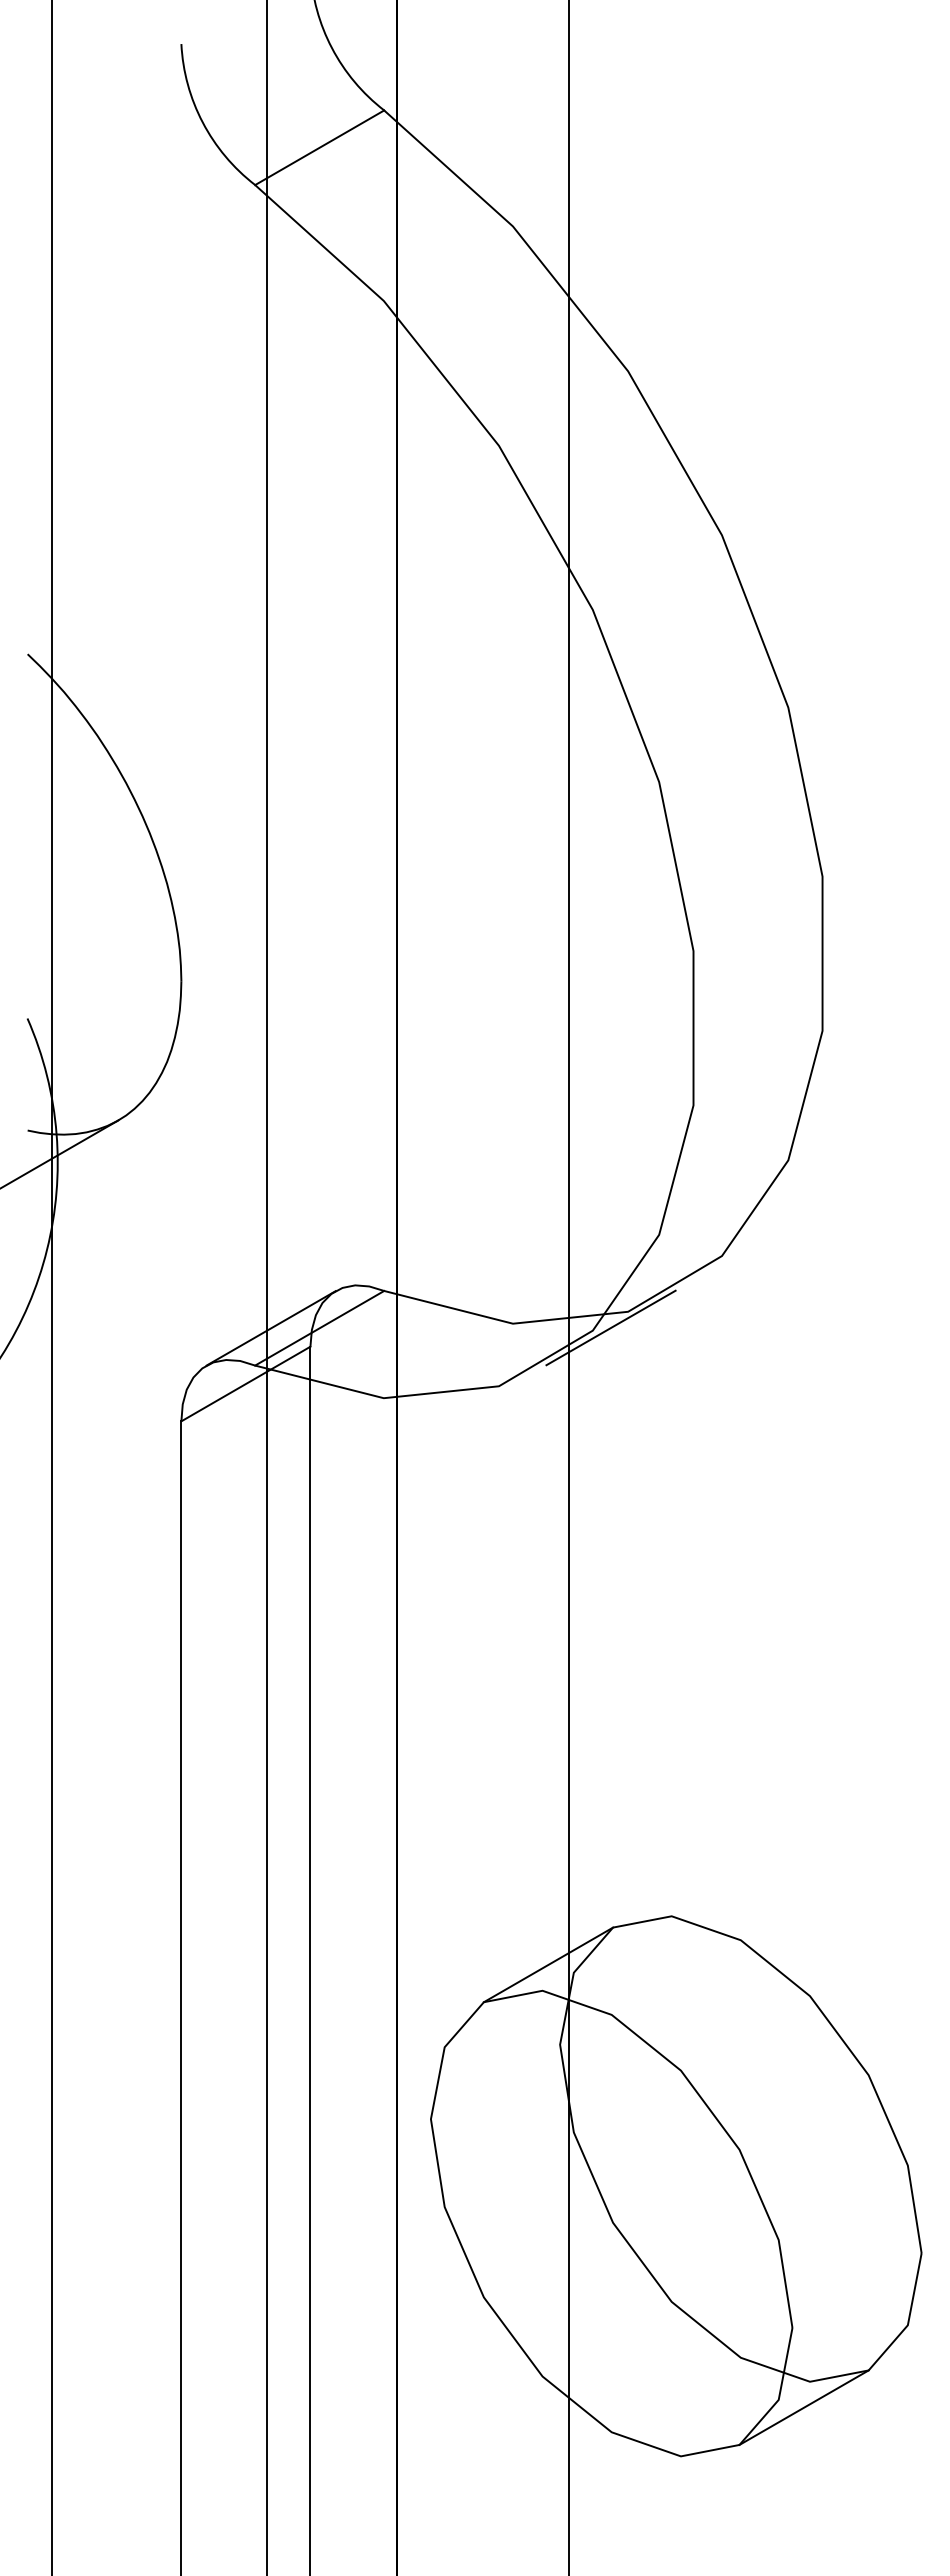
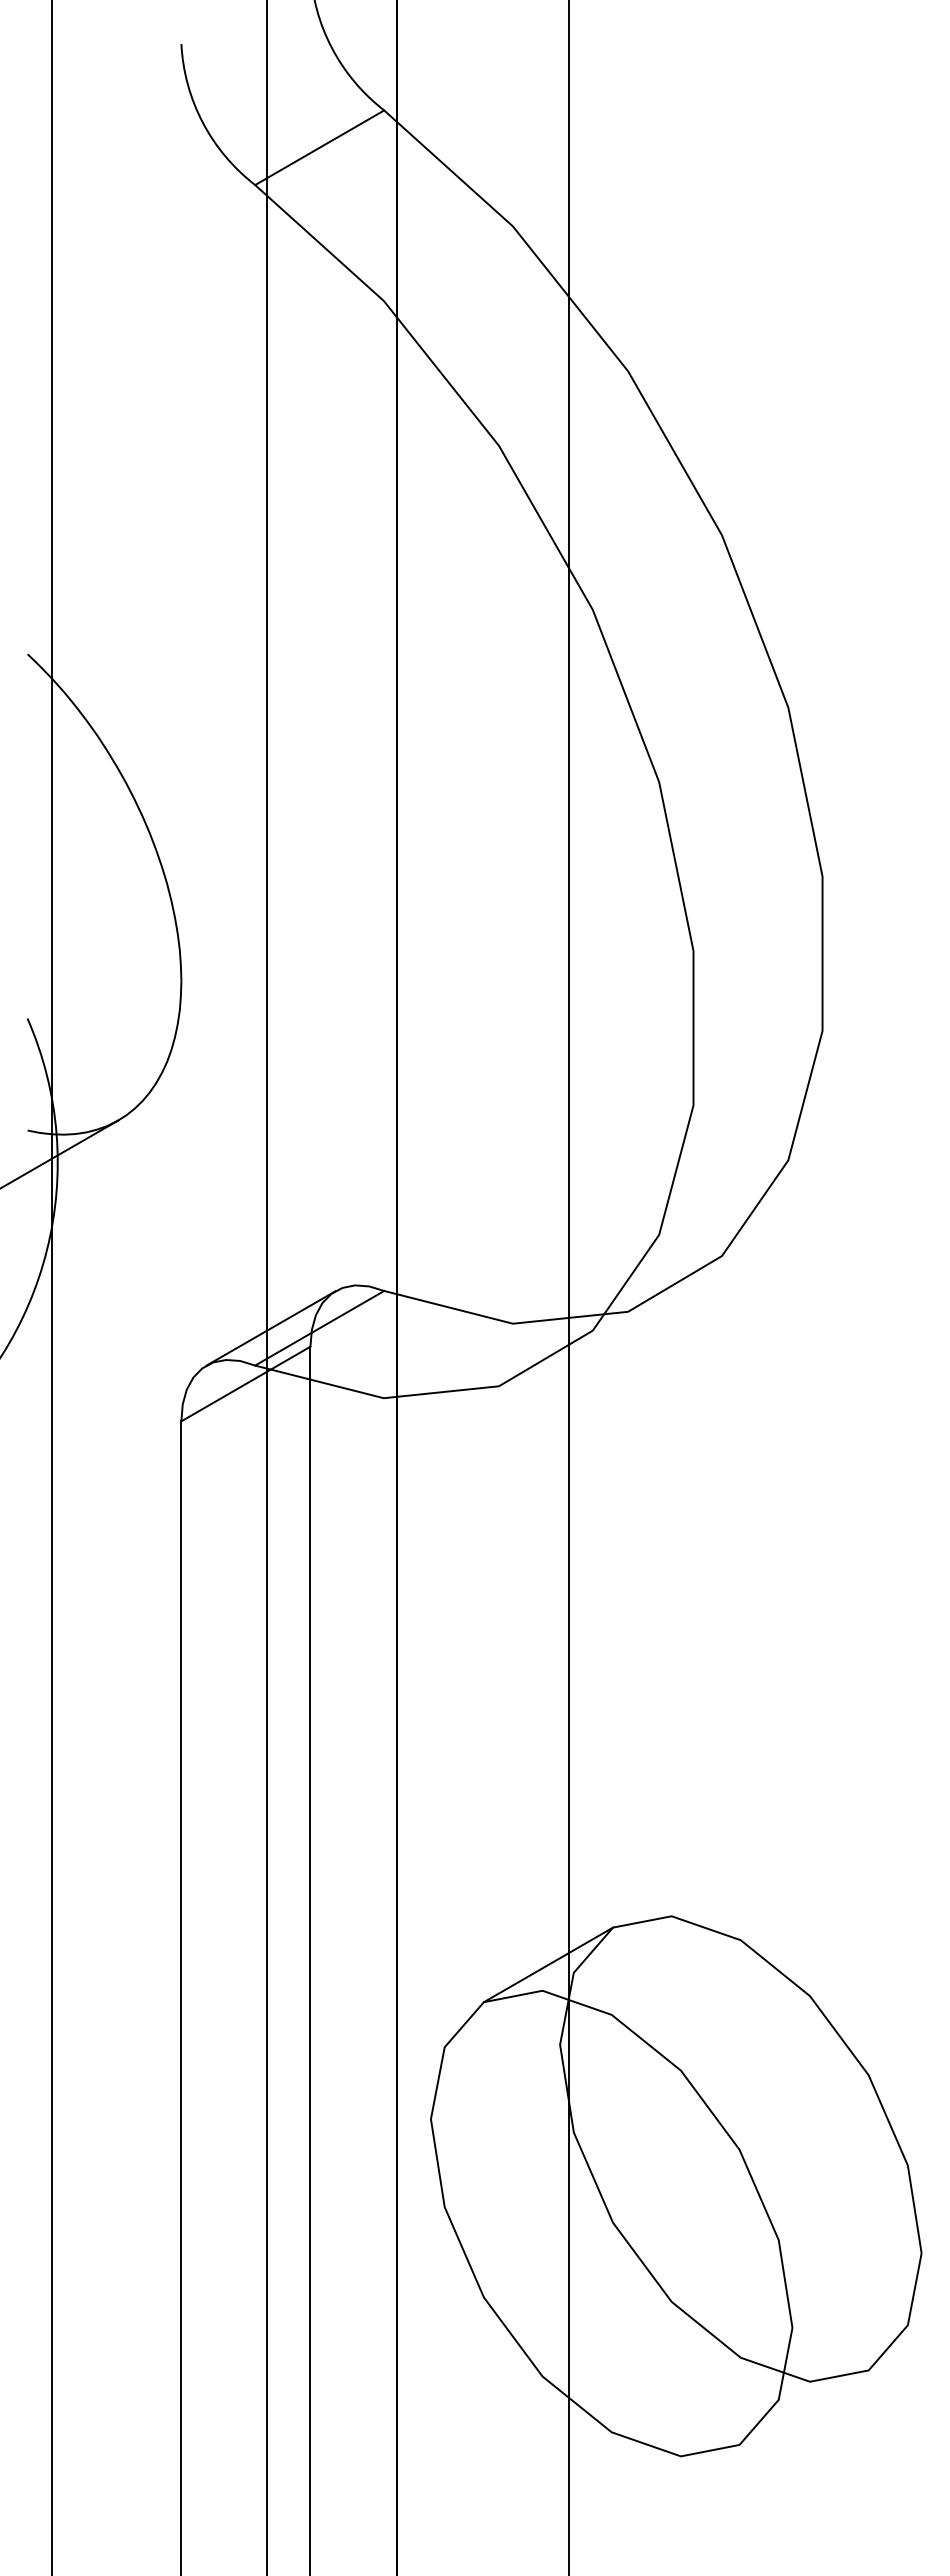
line at (610, 1327): present -> none
line at (803, 2407): present -> none
